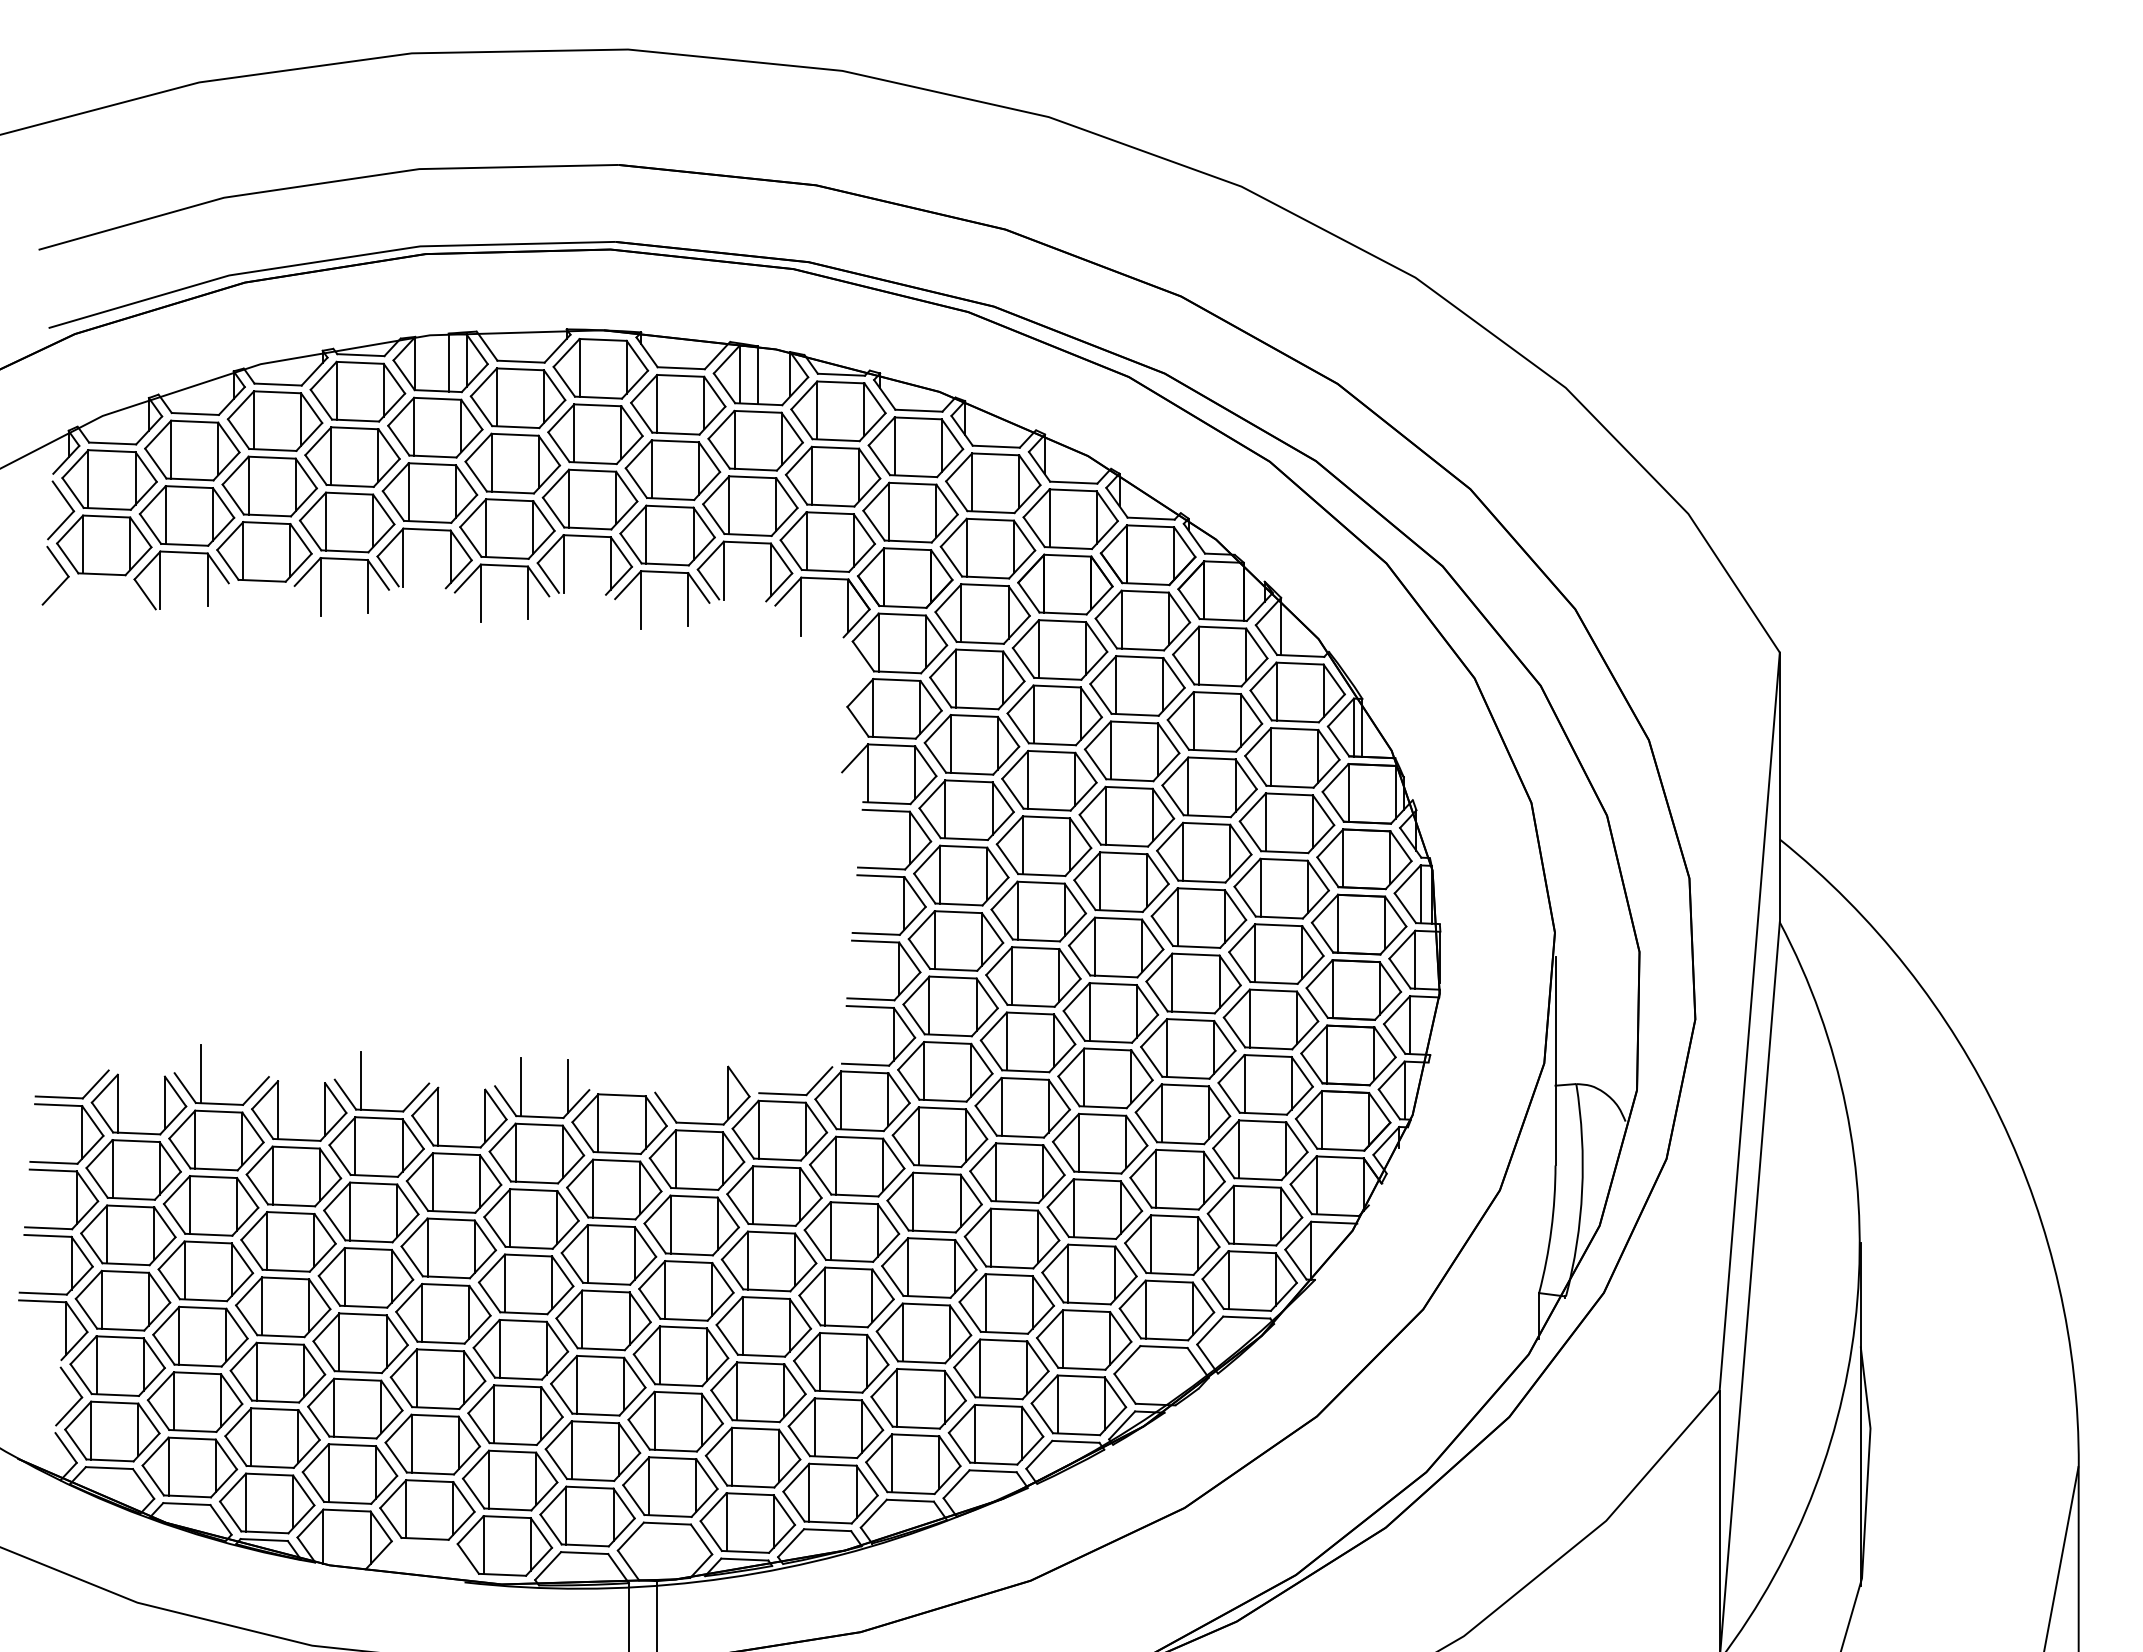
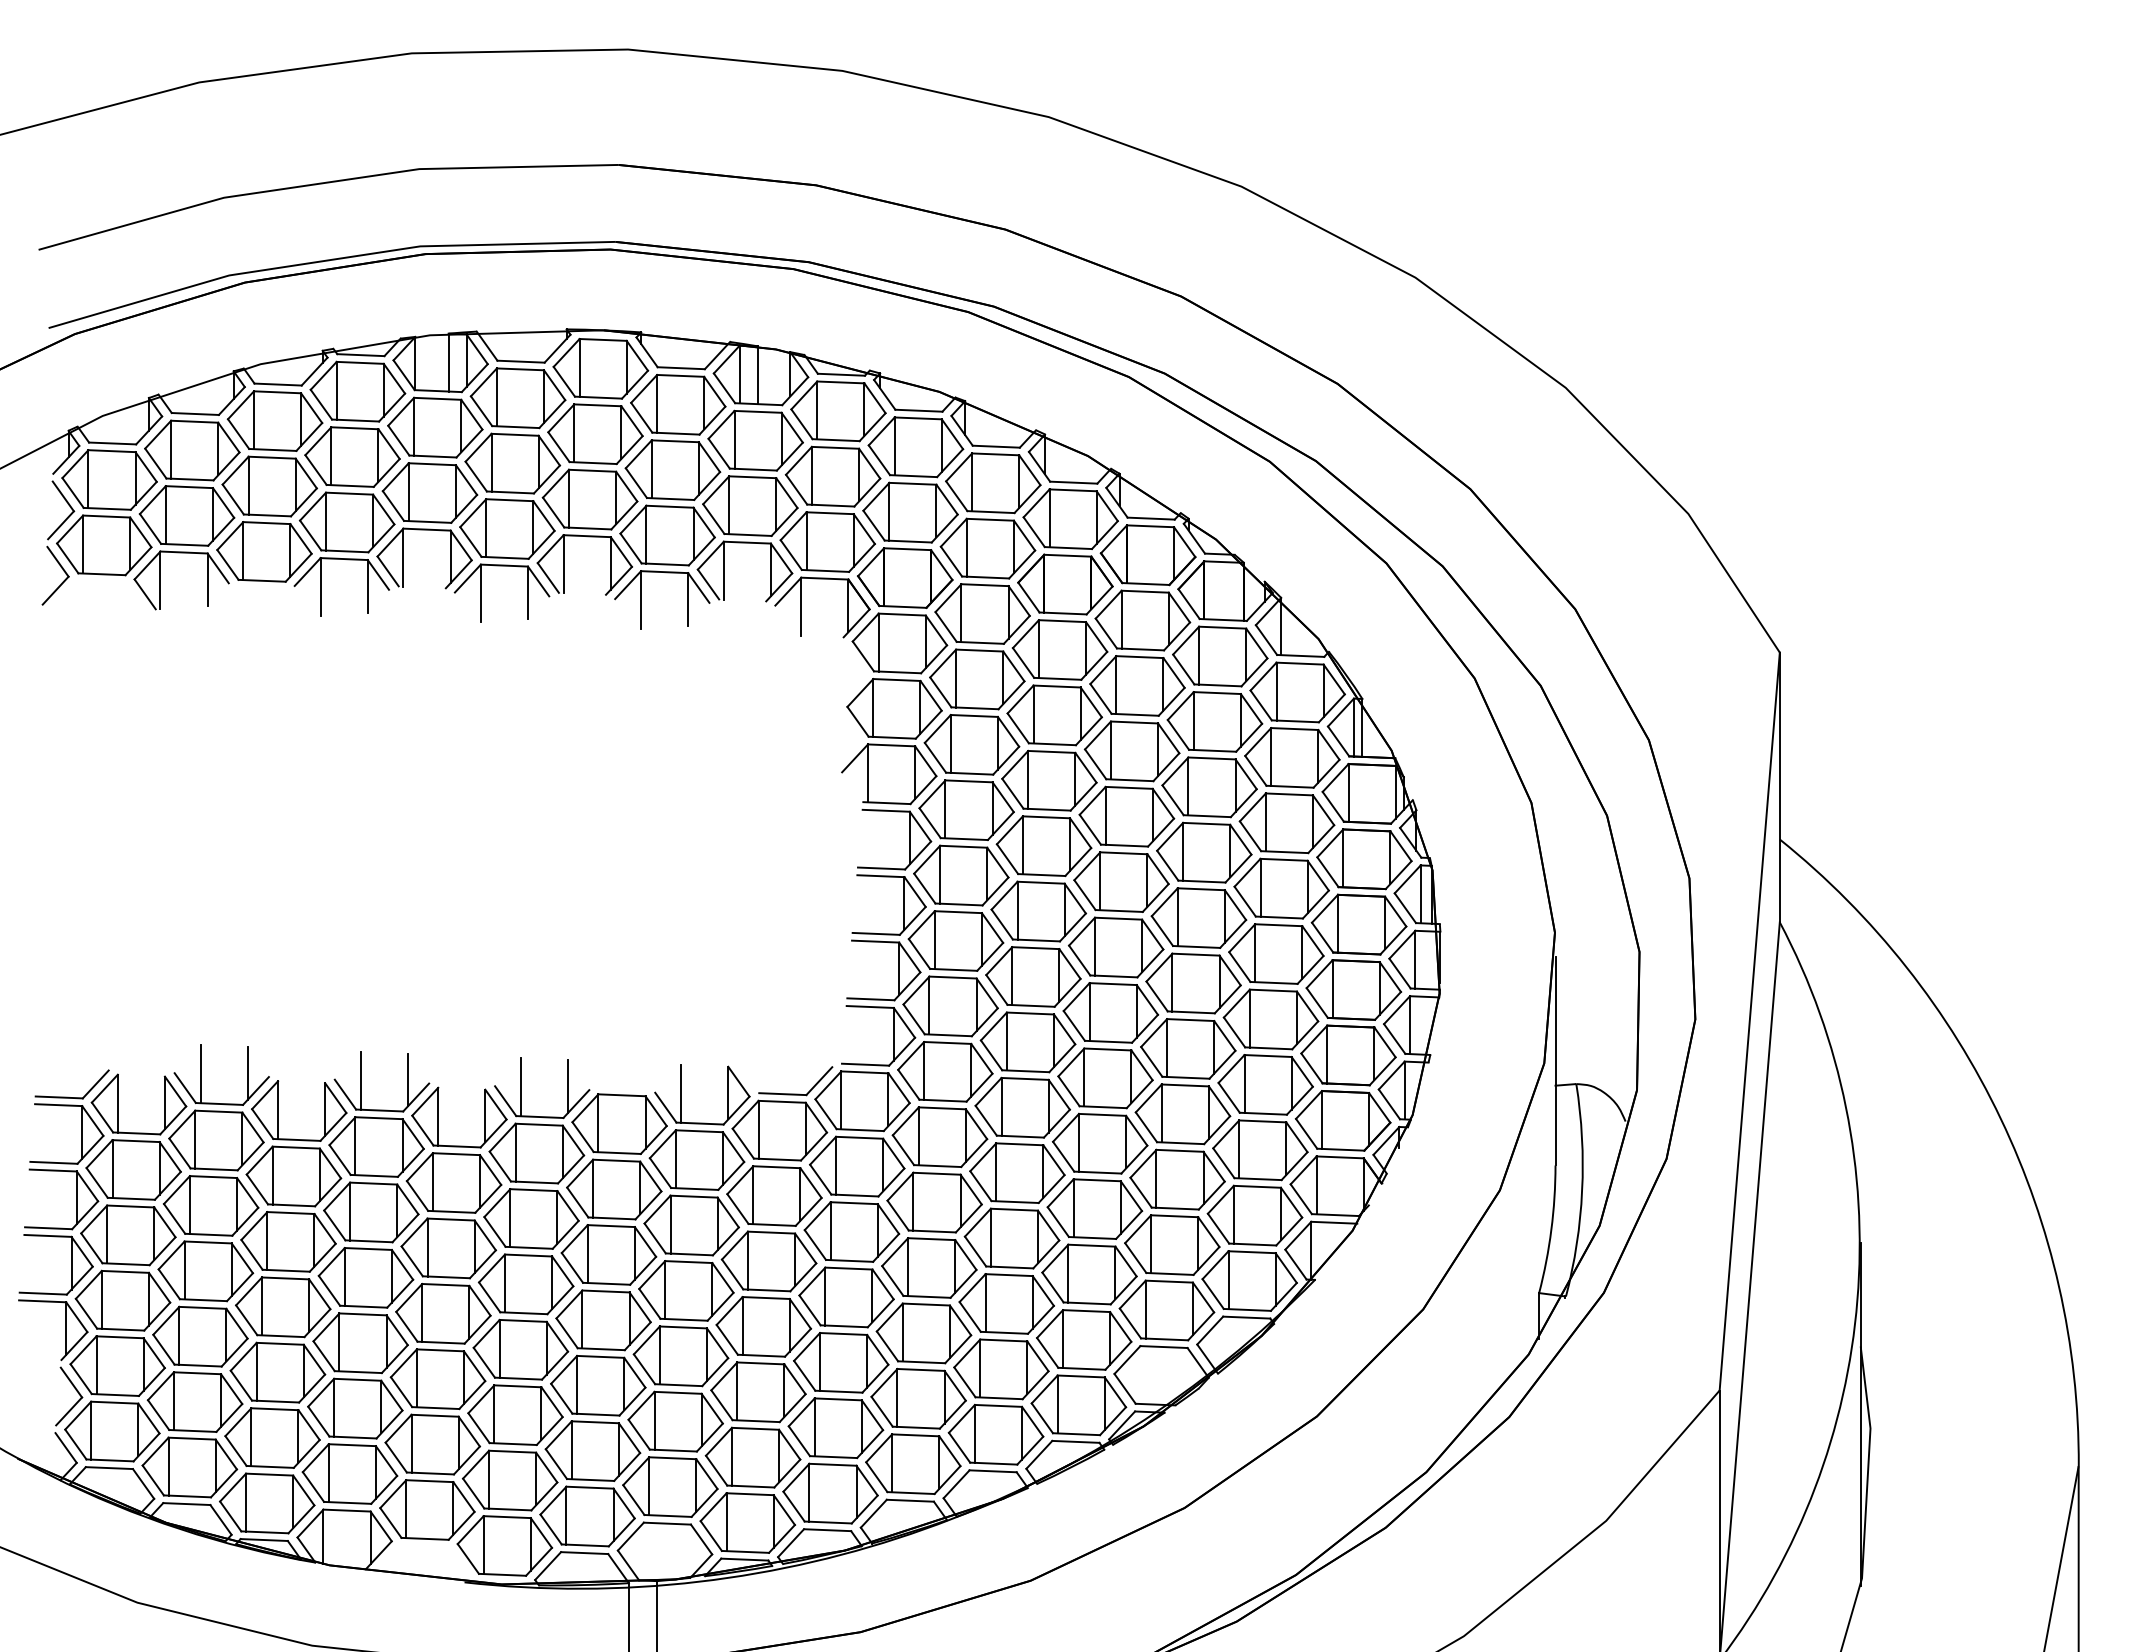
line at (247, 1073): none -> present
line at (407, 1079): none -> present
line at (681, 1093): none -> present
